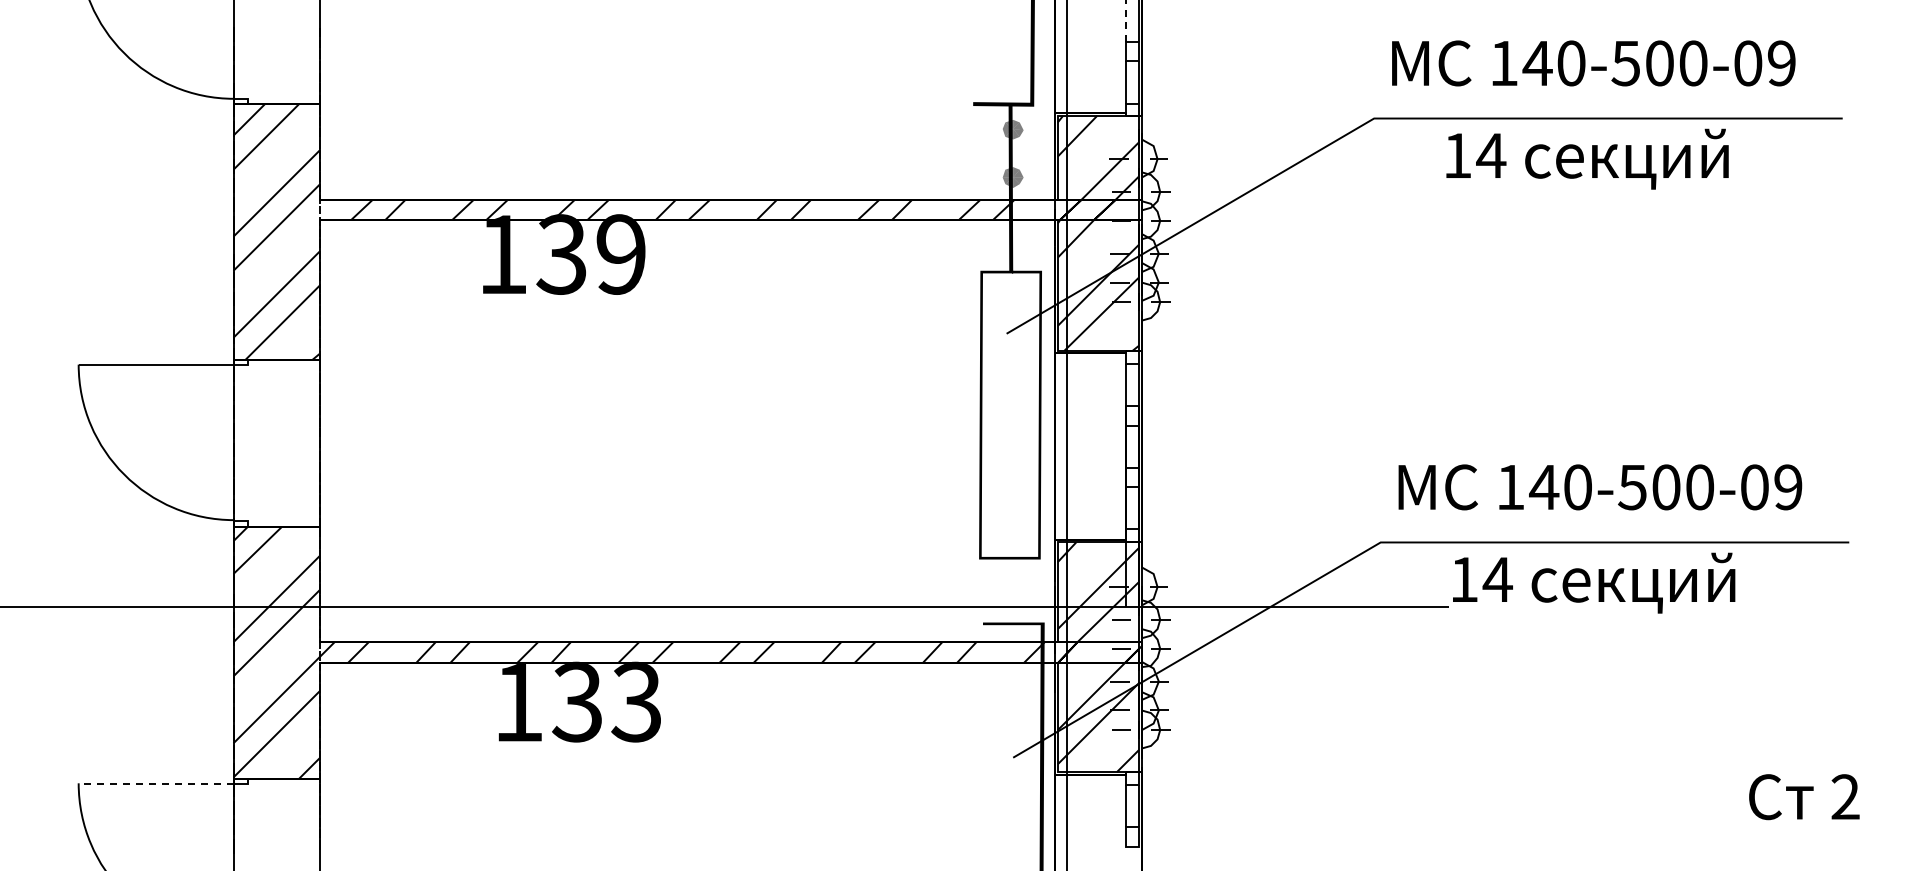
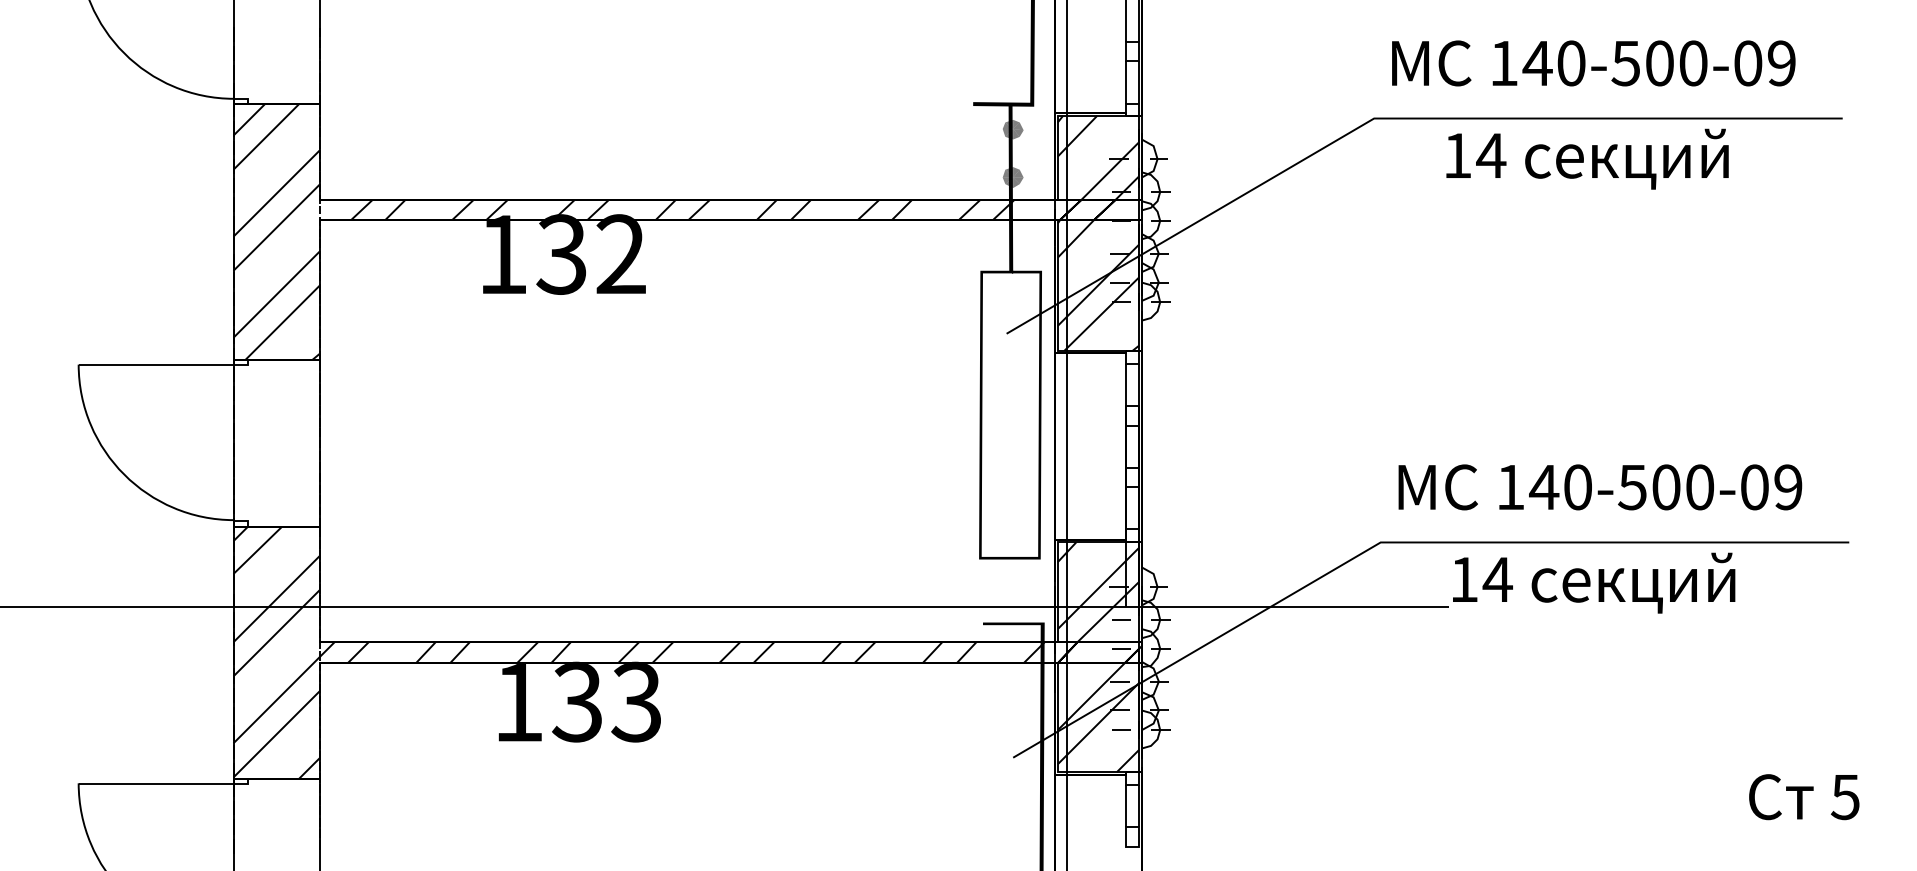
line at (1126, 20): dashed -> solid
text at (620, 254): 139 -> 132
line at (155, 783): dashed -> solid
text at (1844, 797): 2 -> 5
